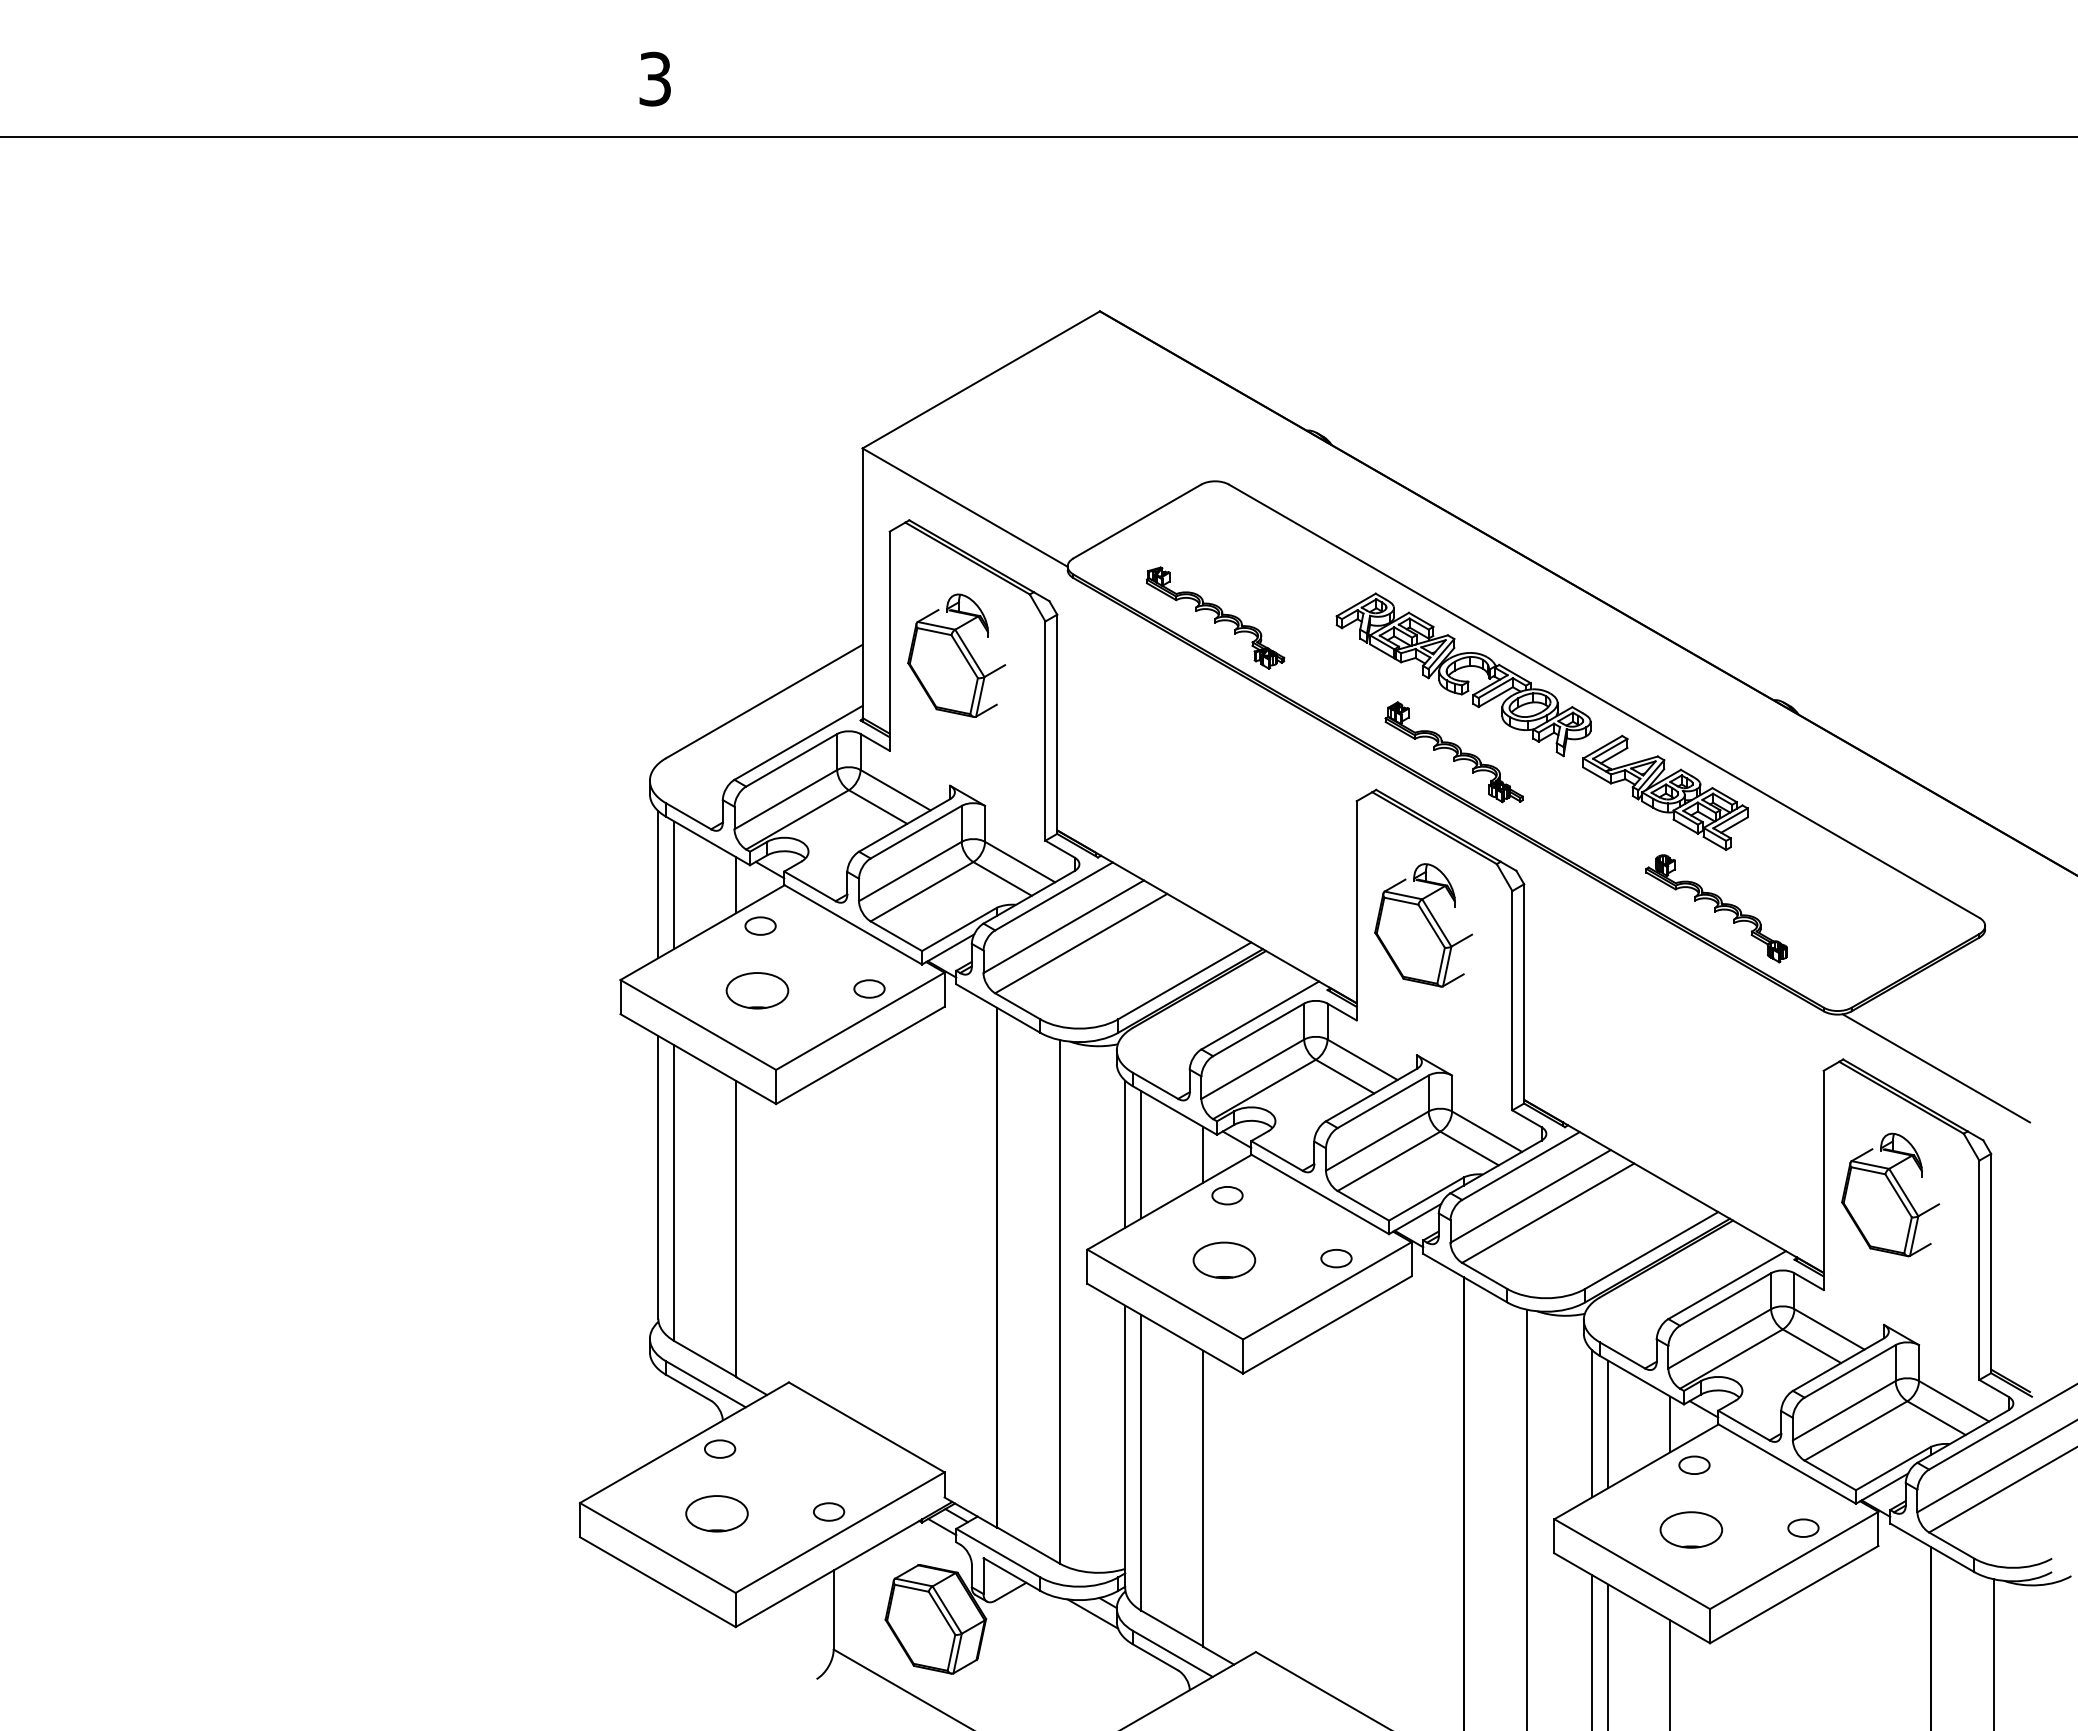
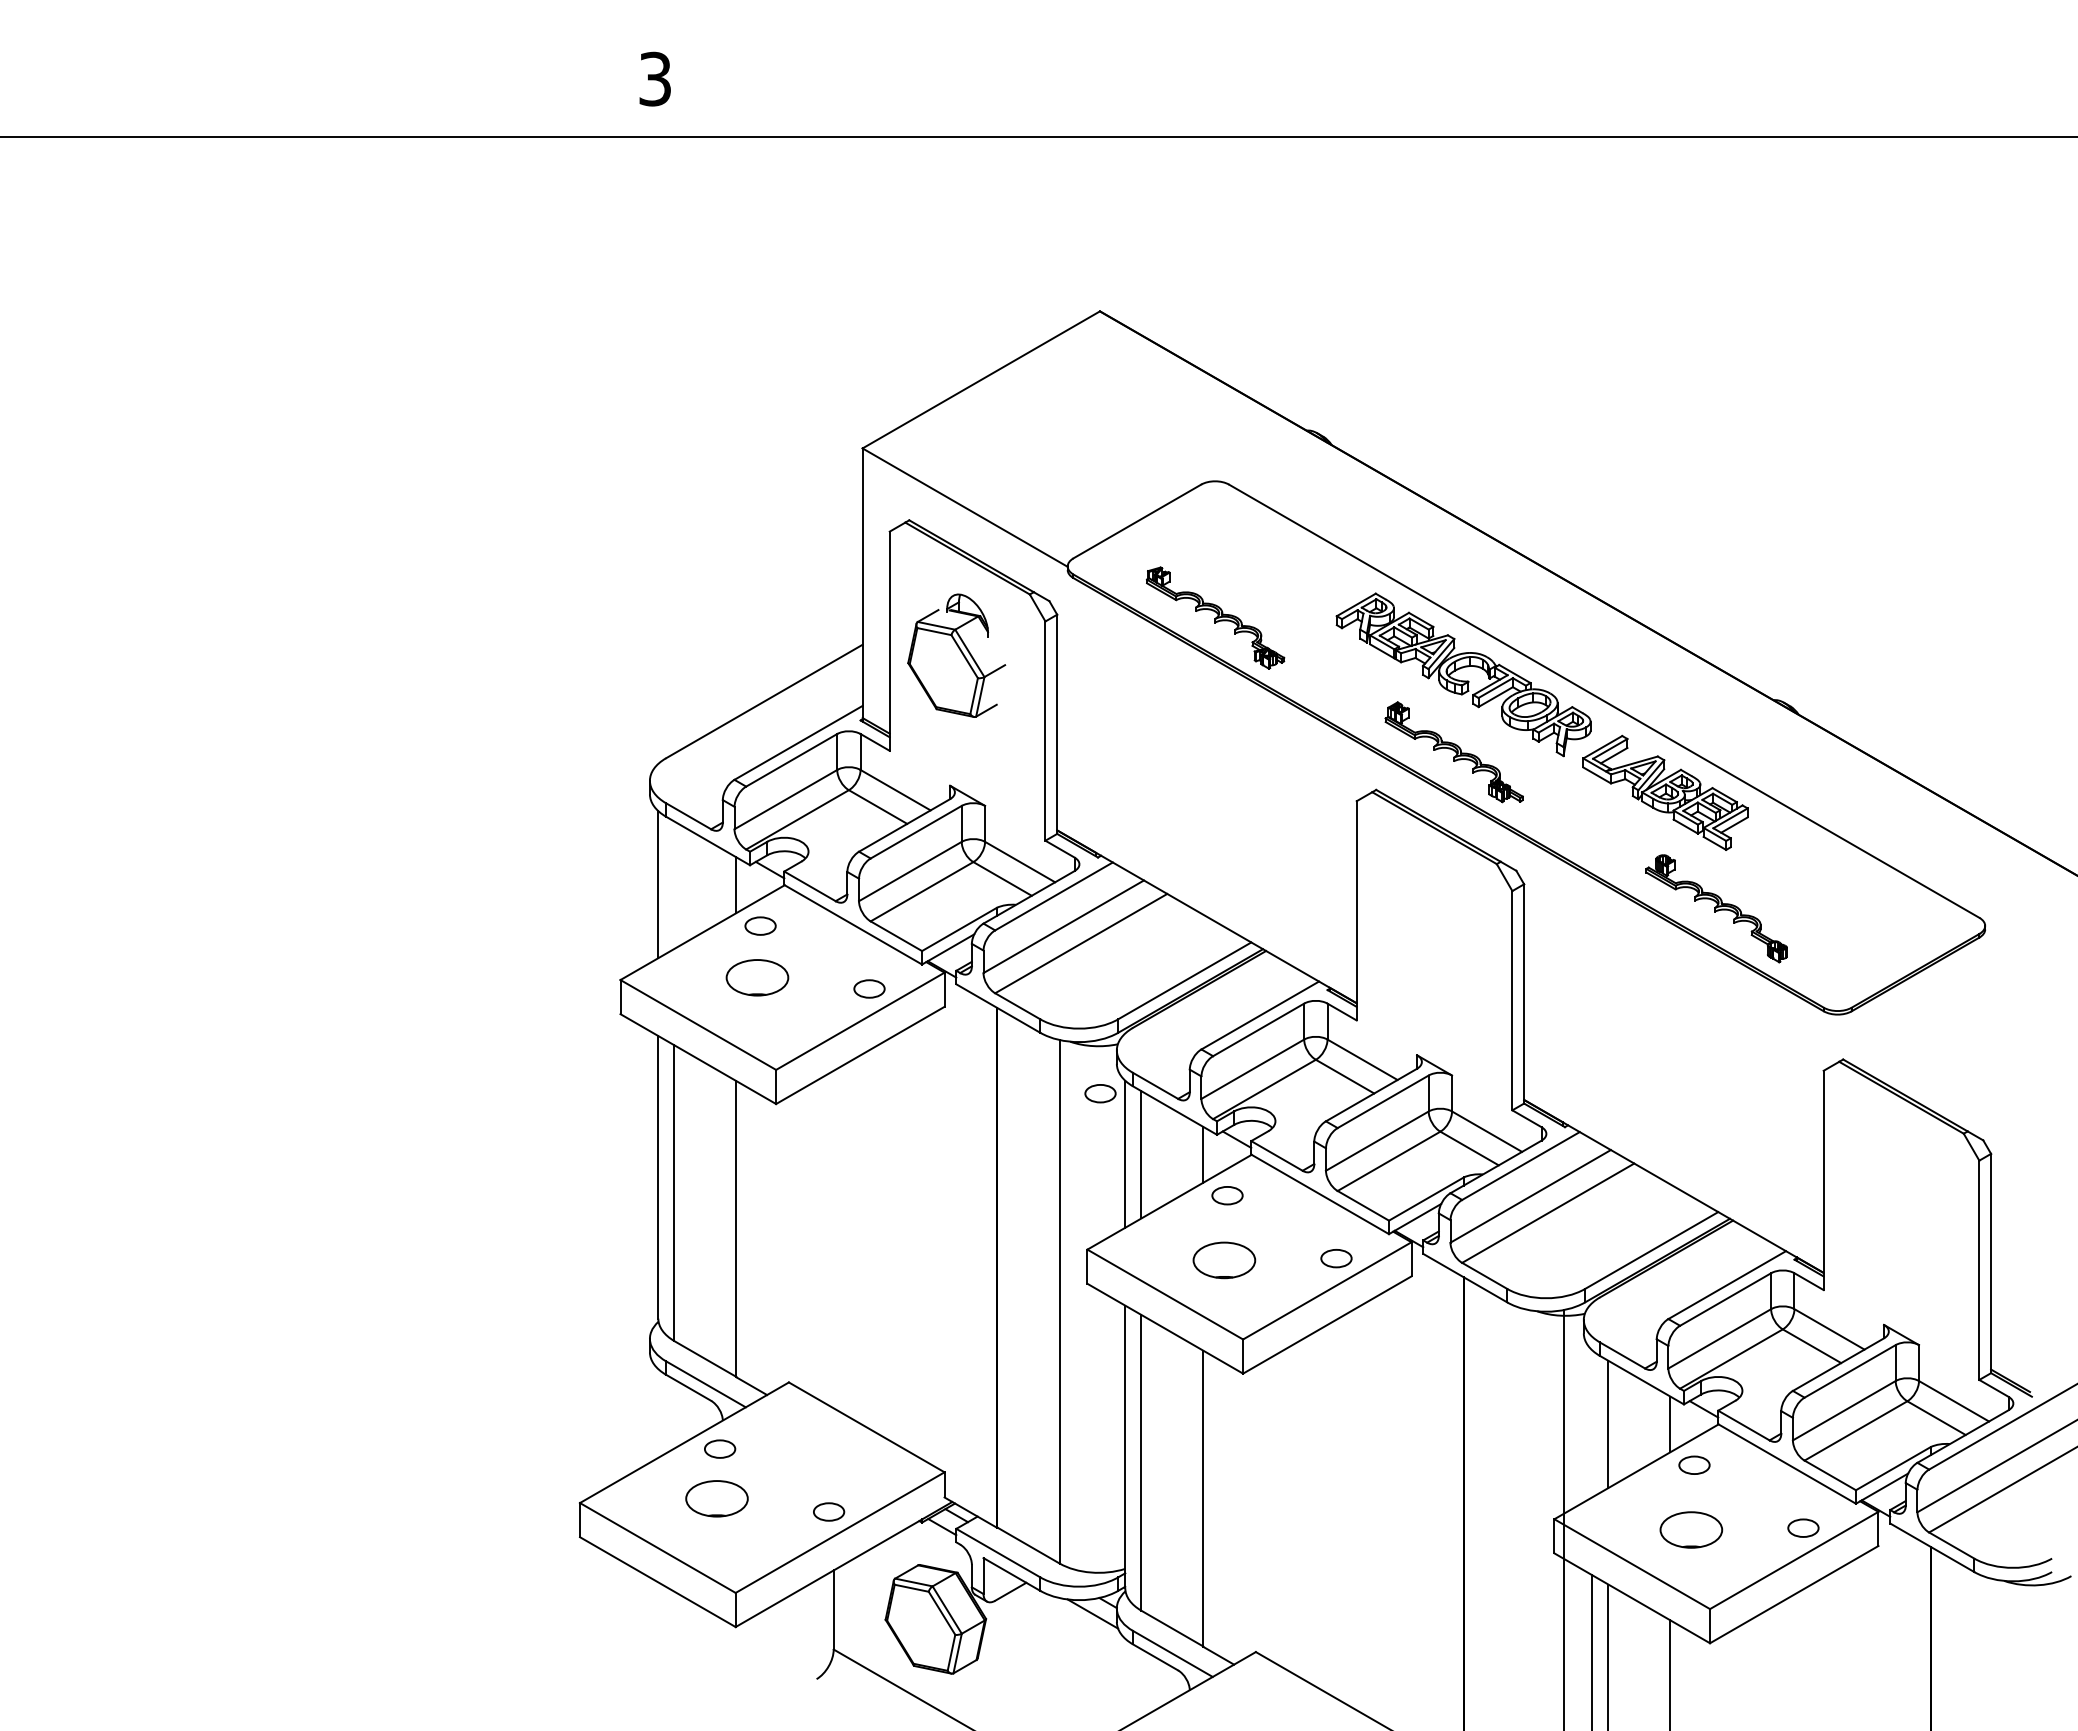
line at (674, 884): present -> none
part at (1423, 925): present -> none
part at (757, 990) position: (757, 990) -> (757, 977)
line at (1936, 1068): present -> none
part at (1100, 1093): none -> present
part at (1890, 1194): present -> none
line at (1592, 1423): present -> none
part at (716, 1513) position: (716, 1513) -> (716, 1498)
line at (1526, 1518) position: (1526, 1518) -> (1563, 1518)
line at (1993, 1653): present -> none
